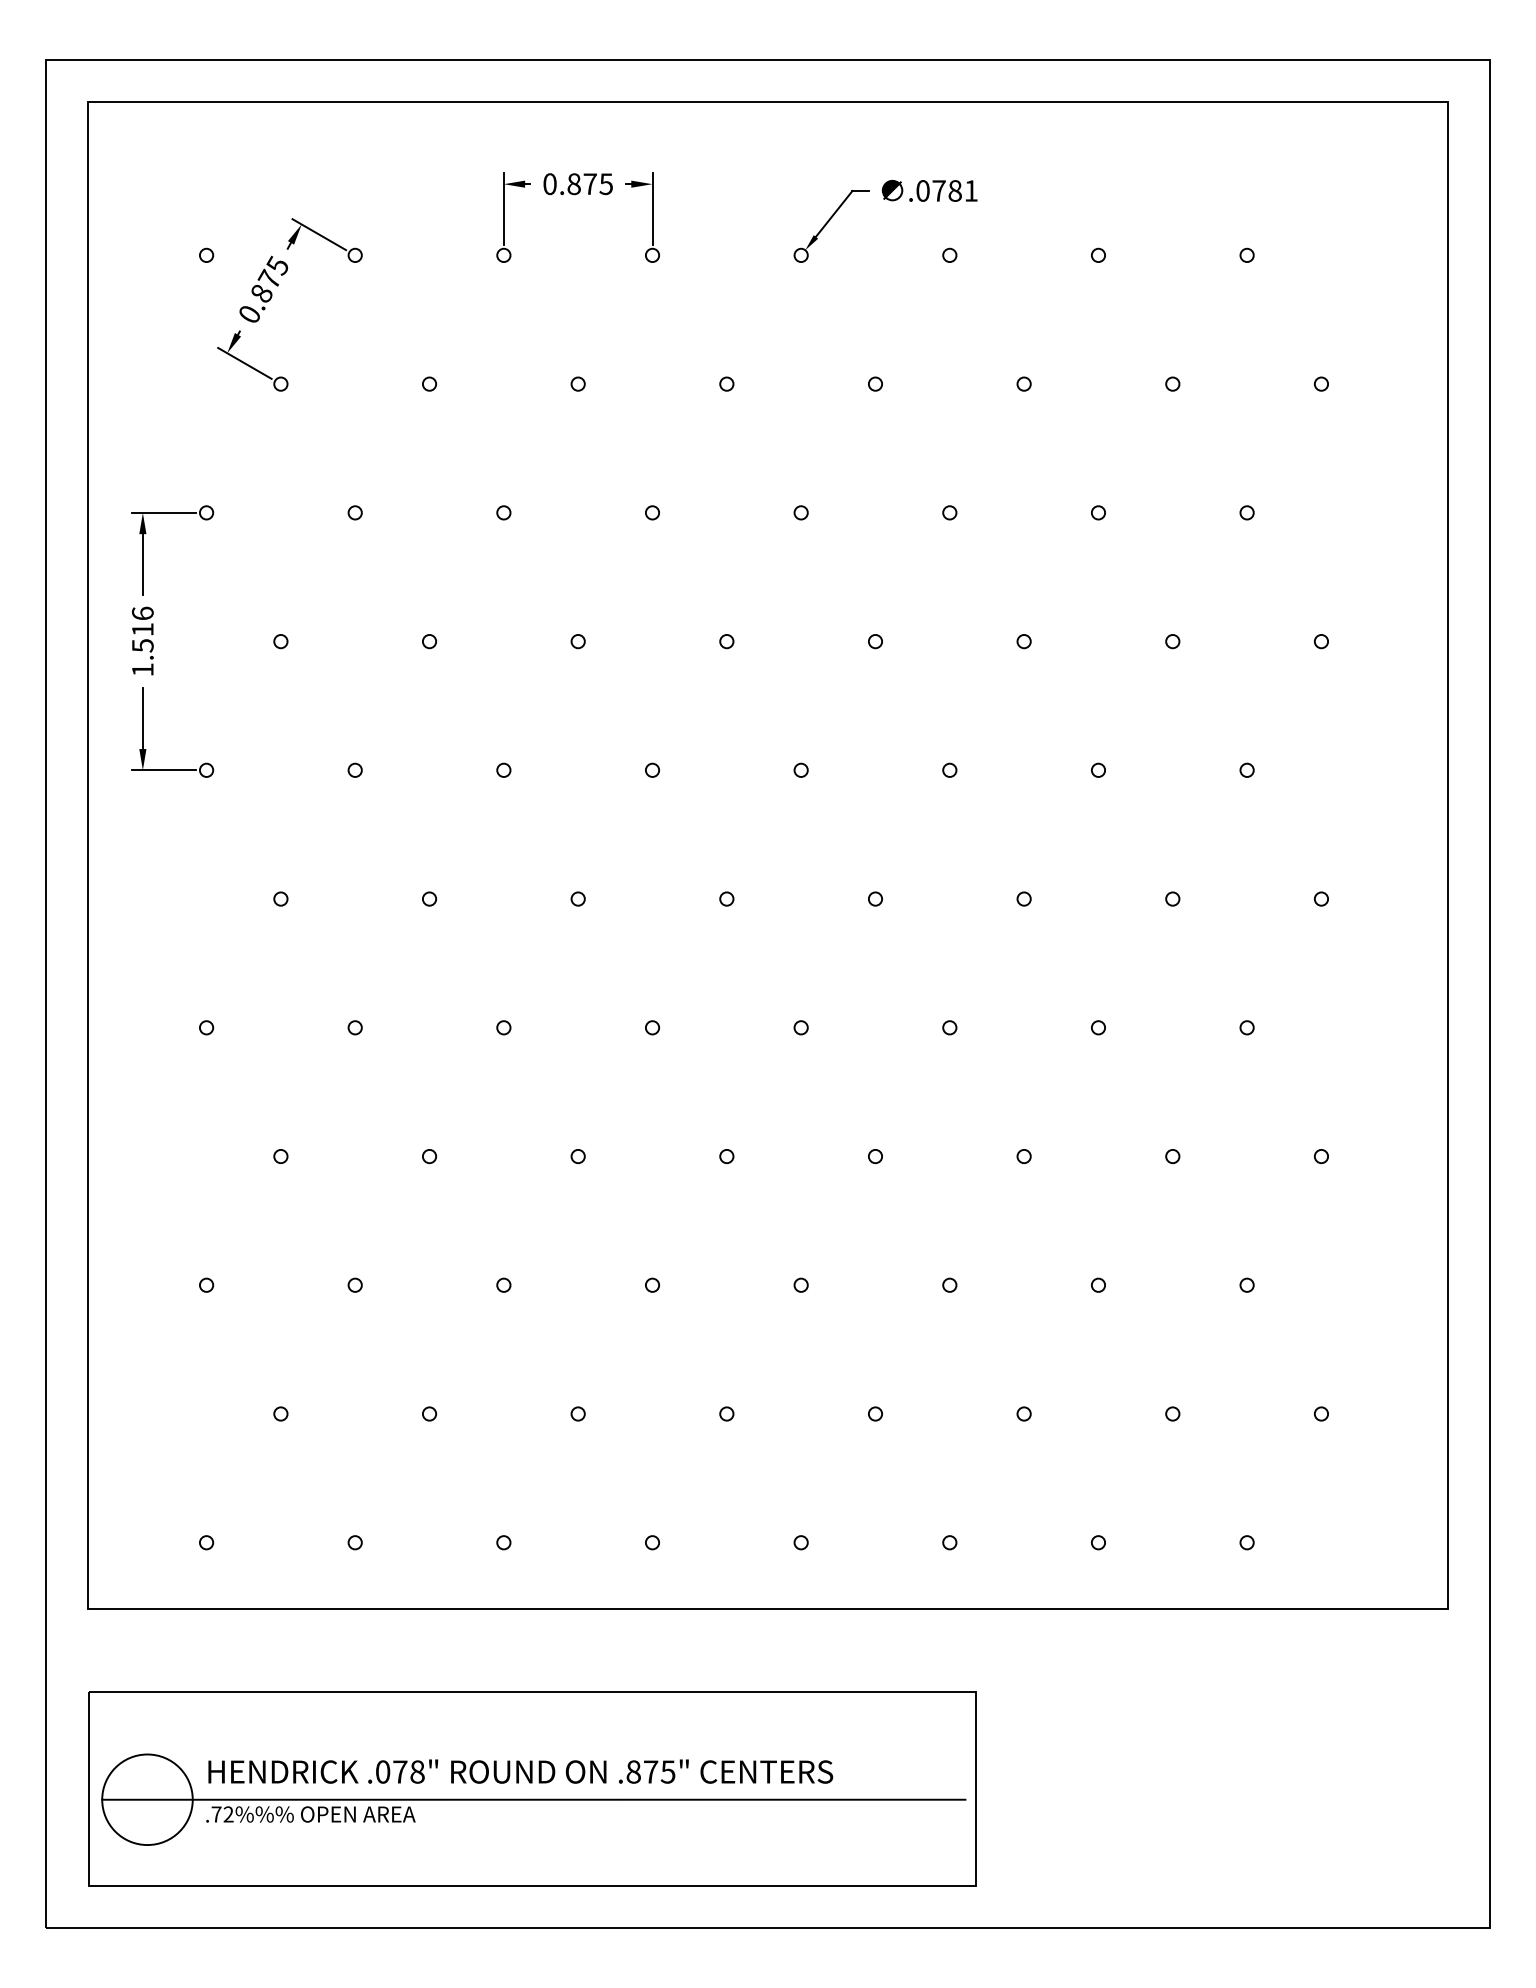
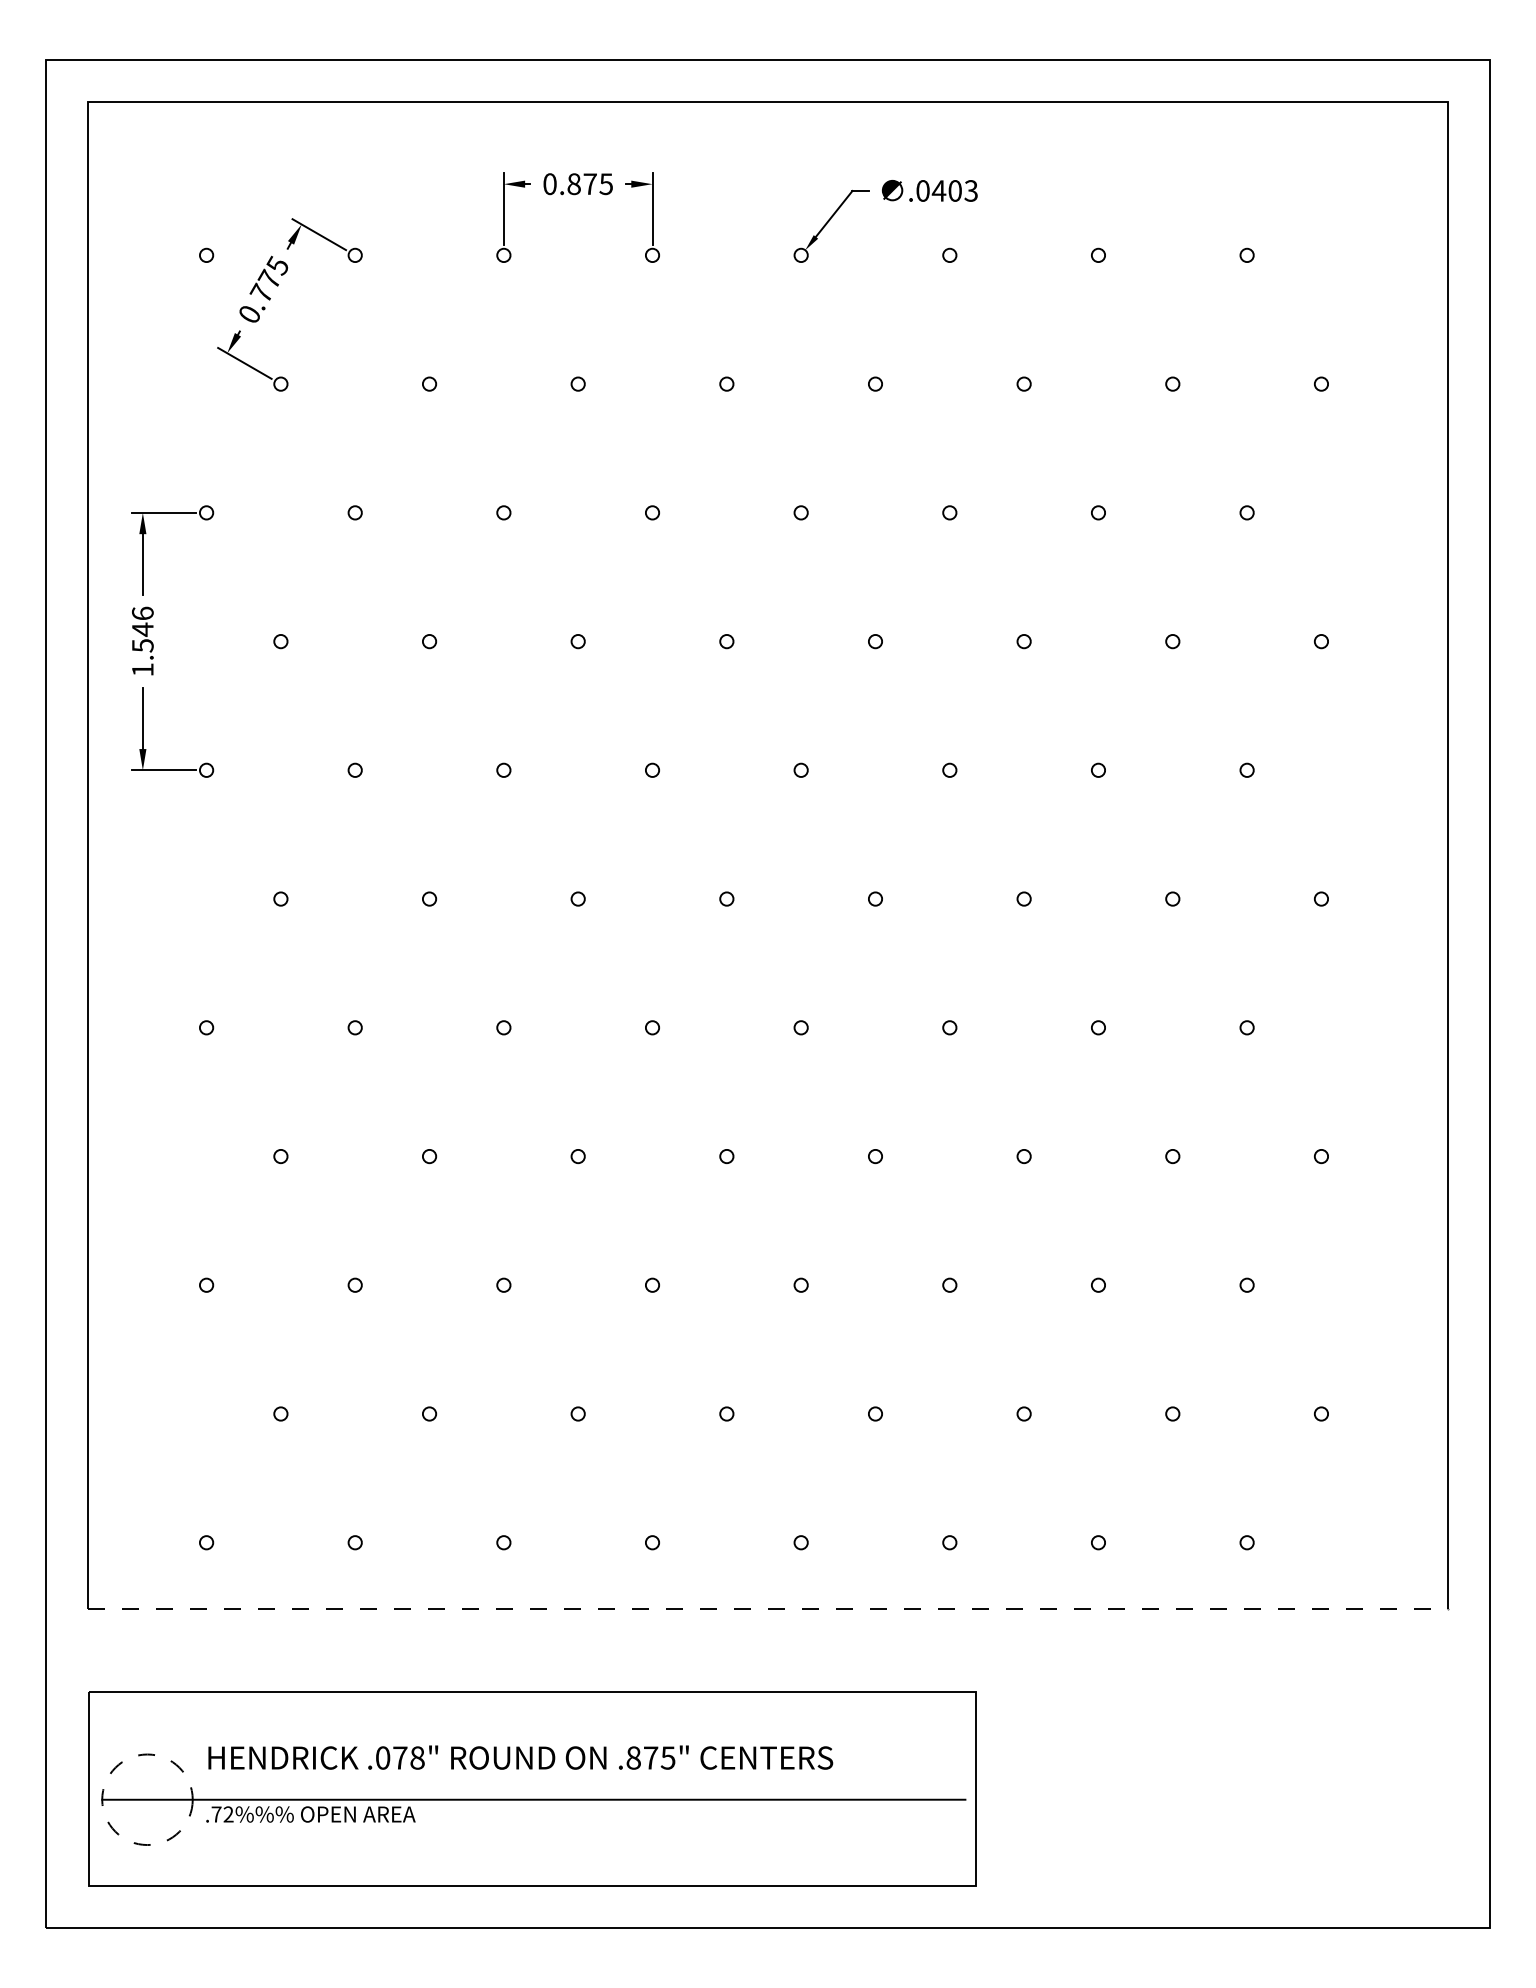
text at (954, 190): .0781 -> .0403
text at (260, 292): 0.875 -> 0.775
text at (142, 629): 1.516 -> 1.546
line at (767, 1608): solid -> dashed
text at (520, 1771) position: (520, 1771) -> (520, 1757)
circle at (147, 1799): solid -> dashed
